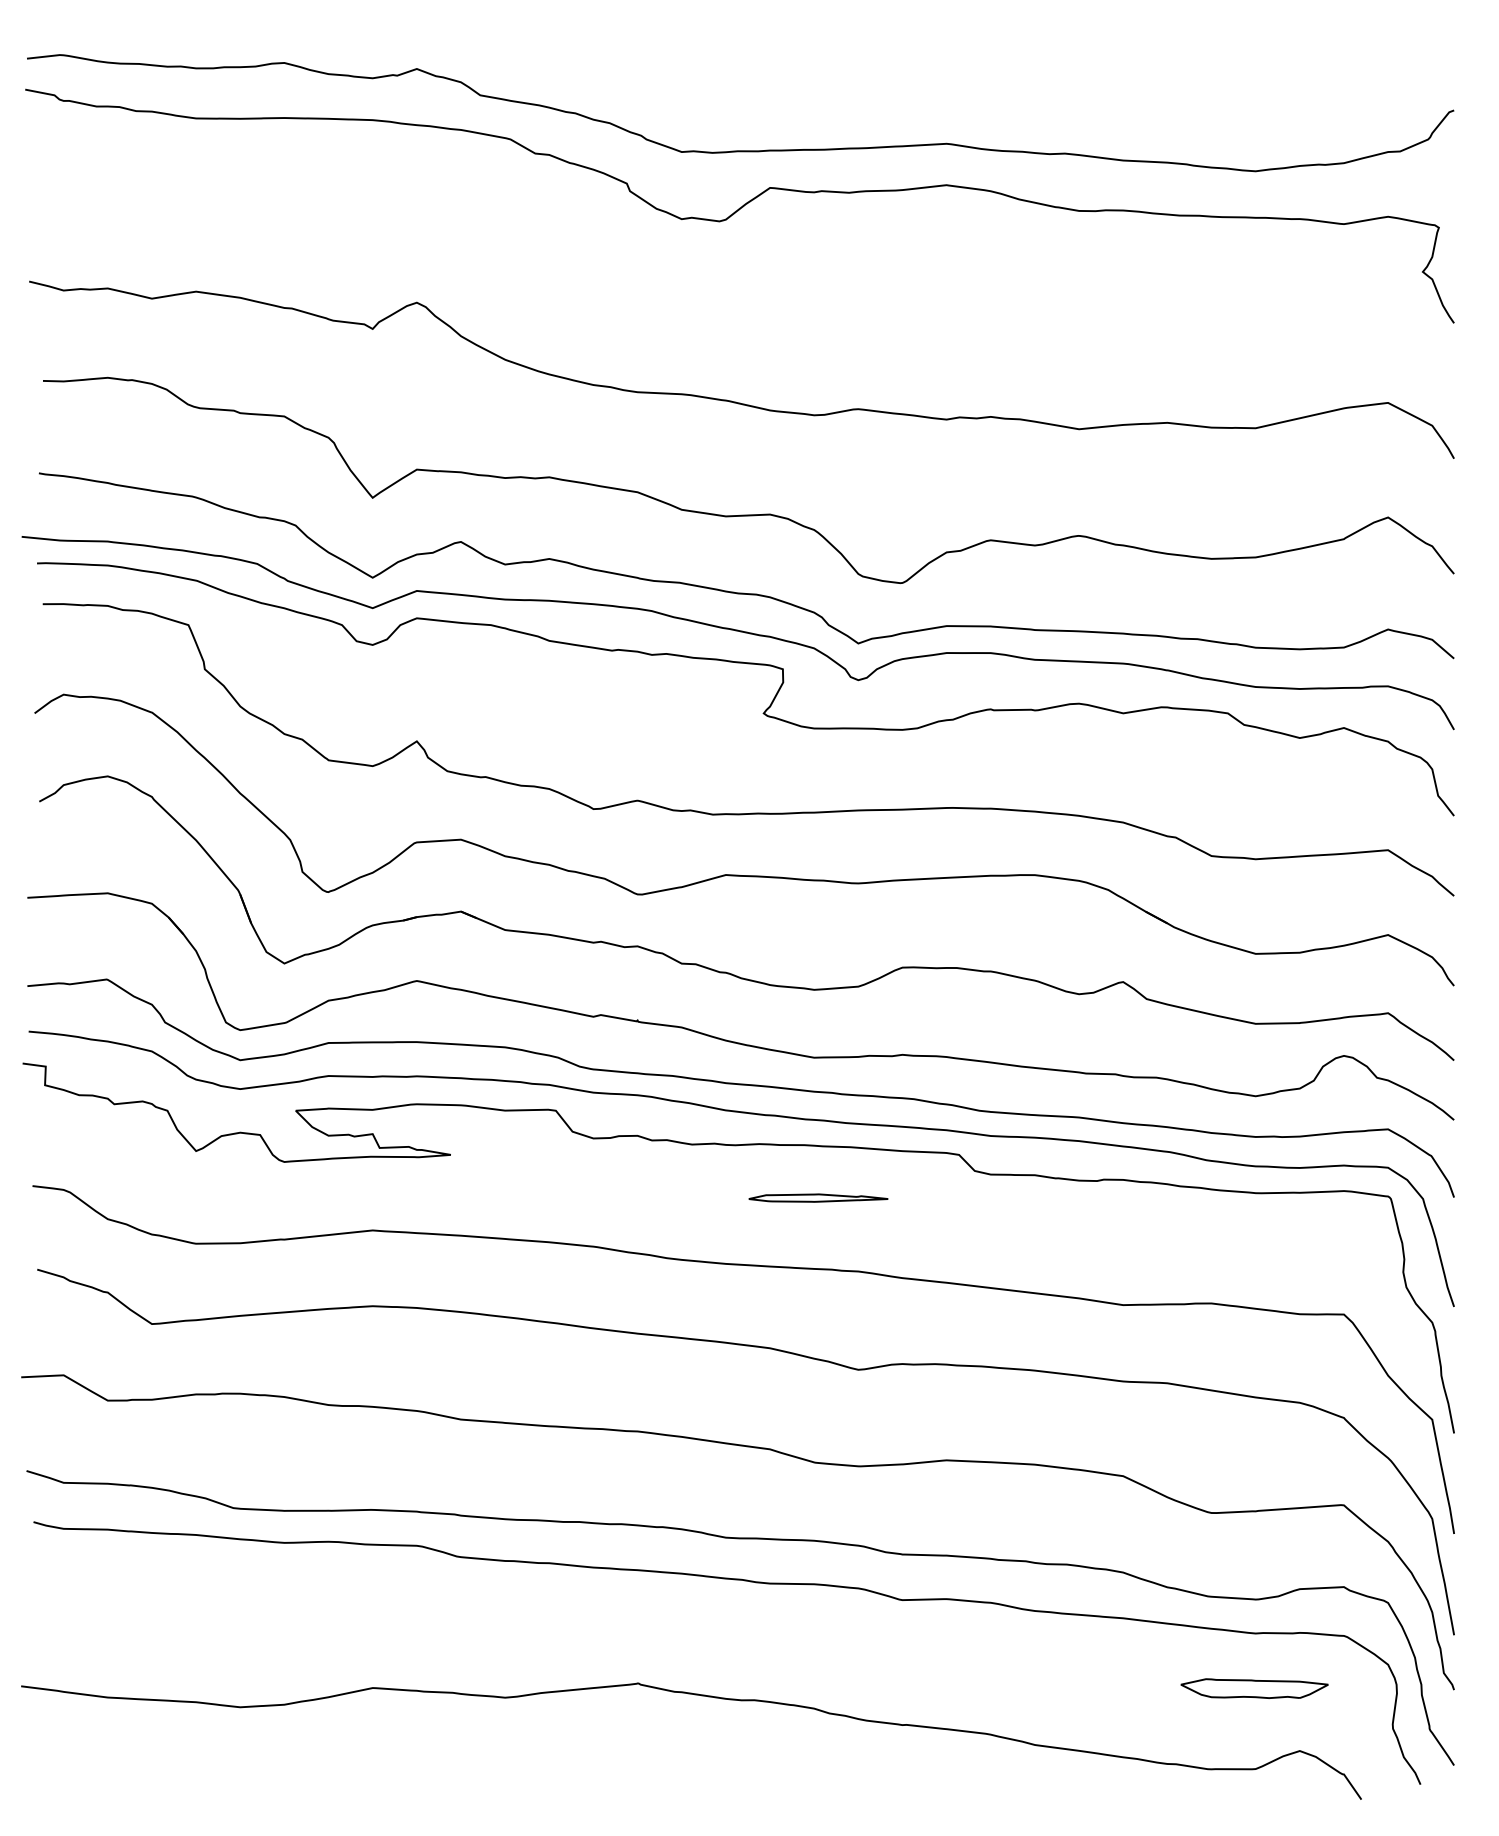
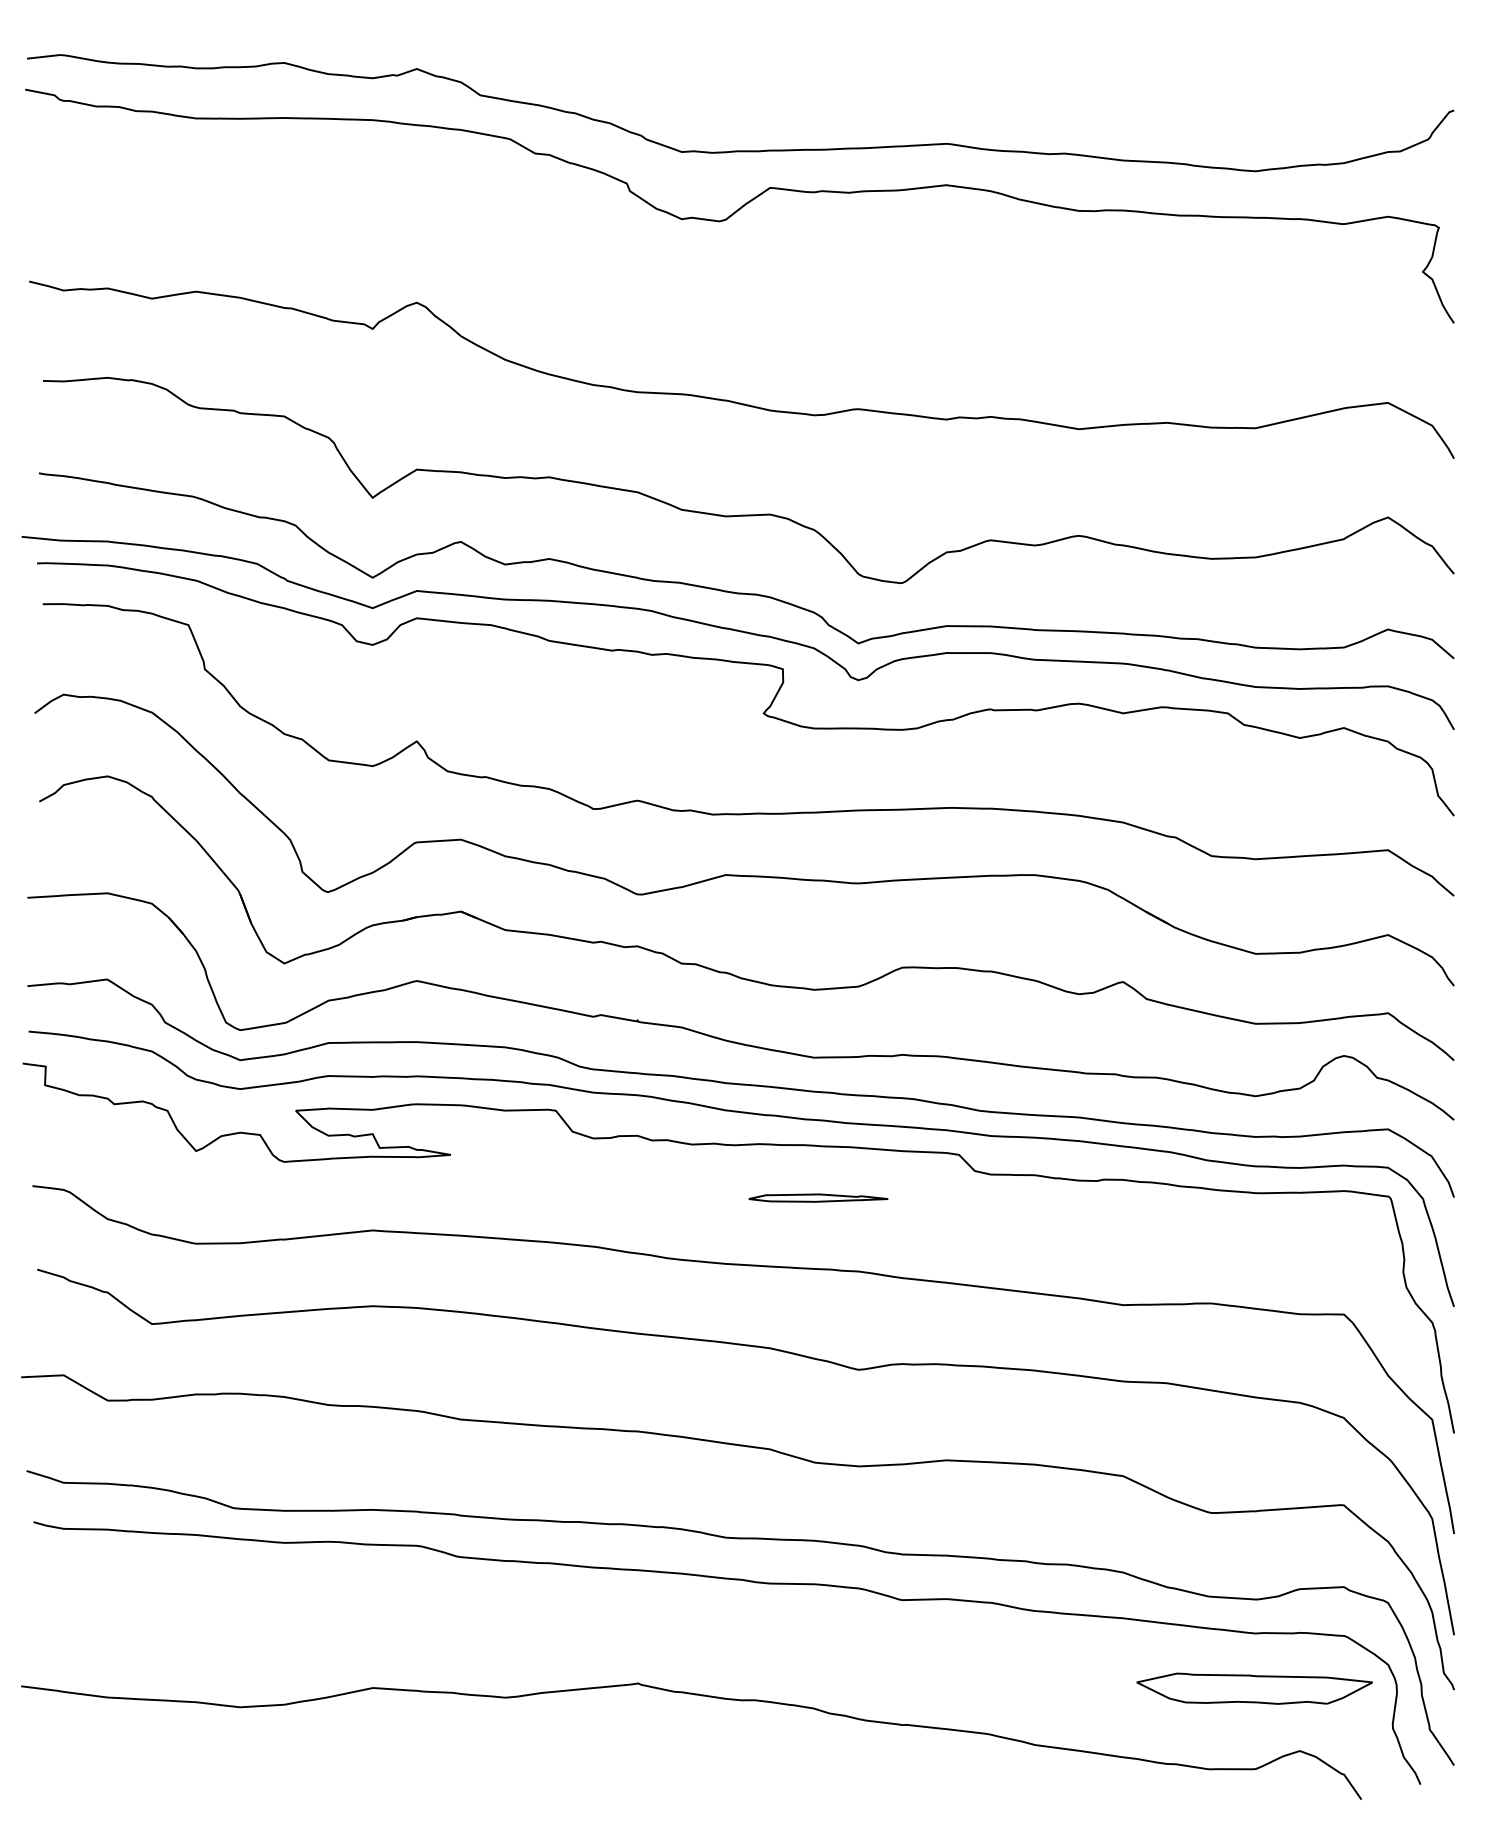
part at (1254, 1688) size: 149x21 px -> 237x33 px
